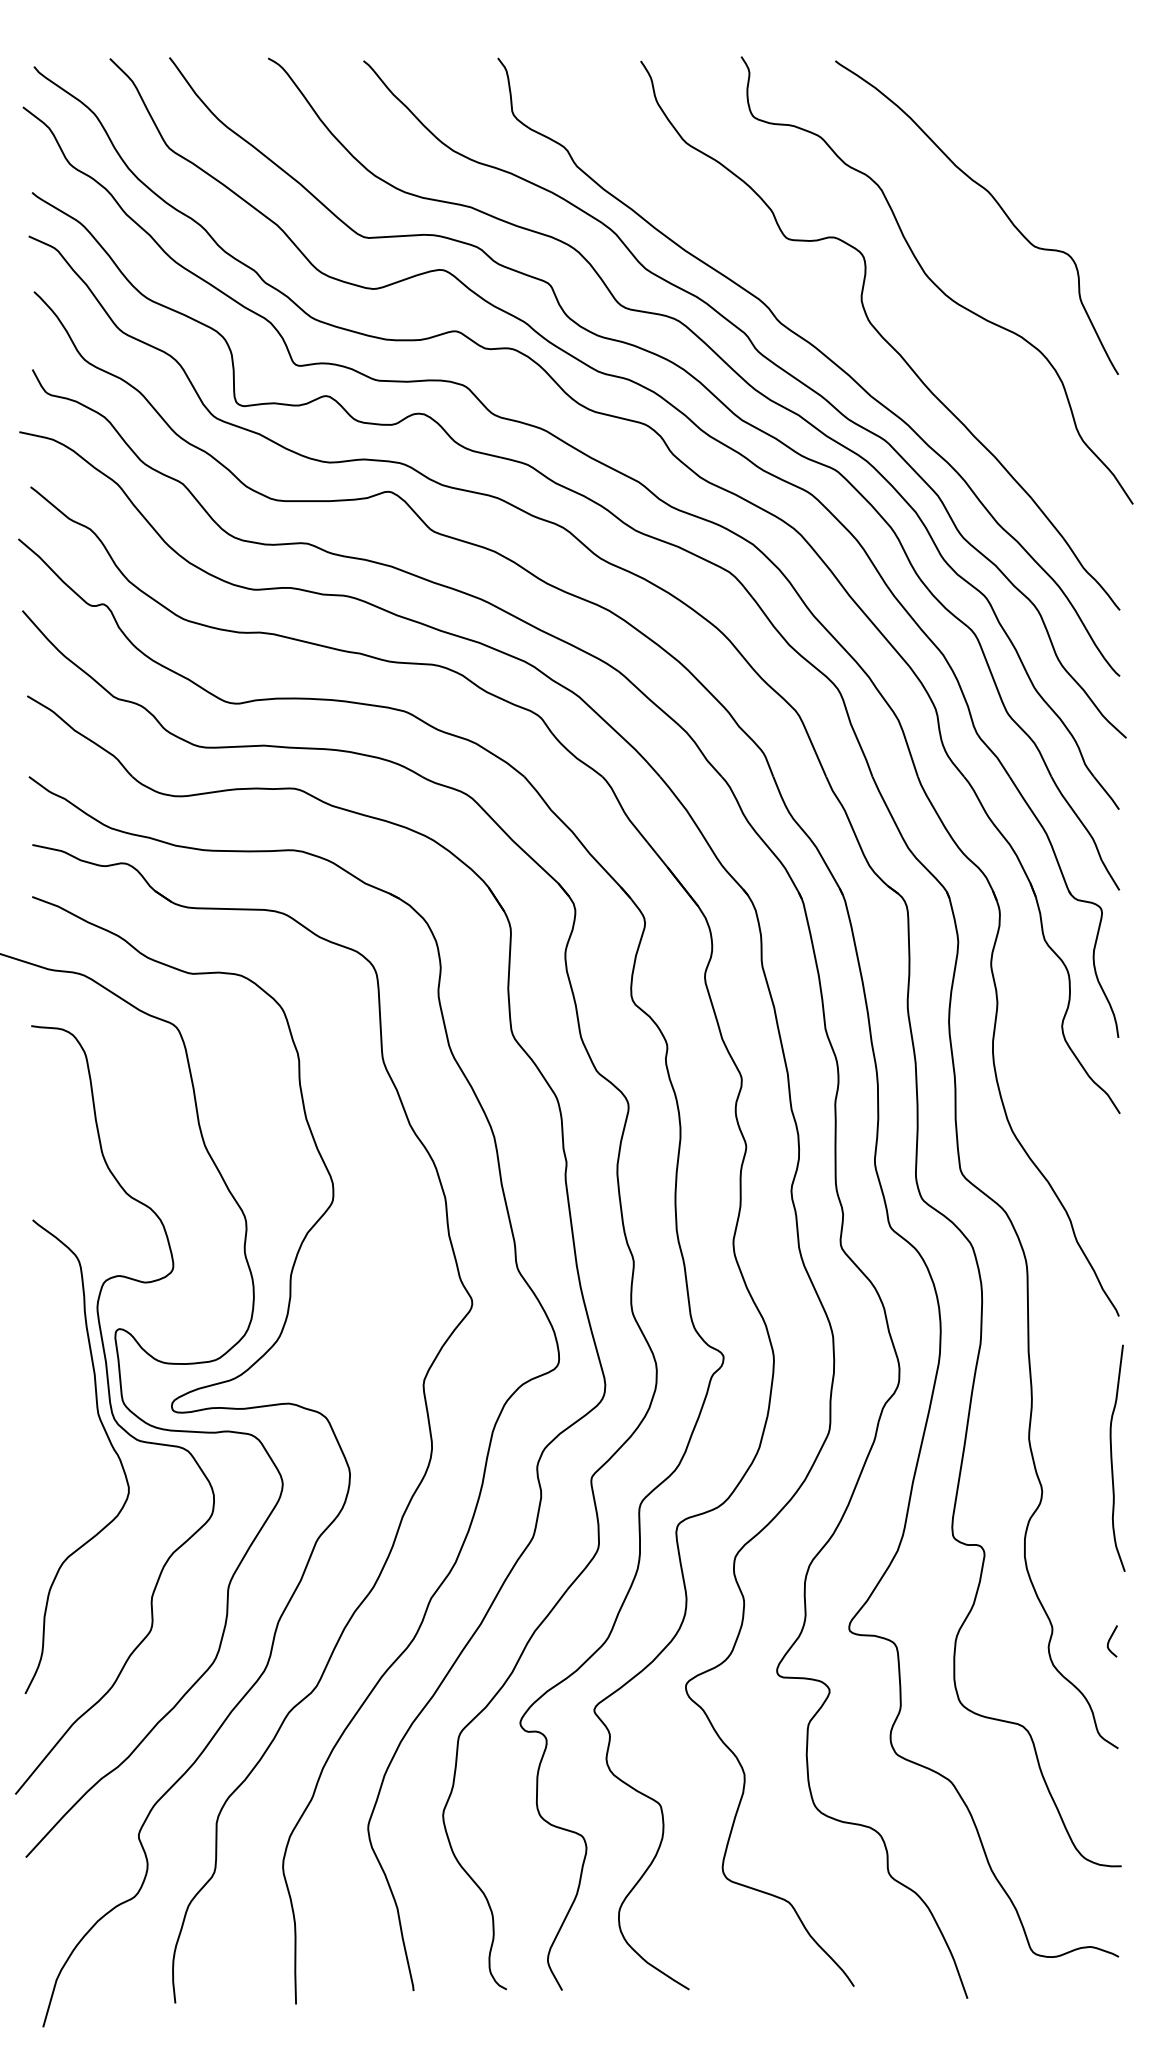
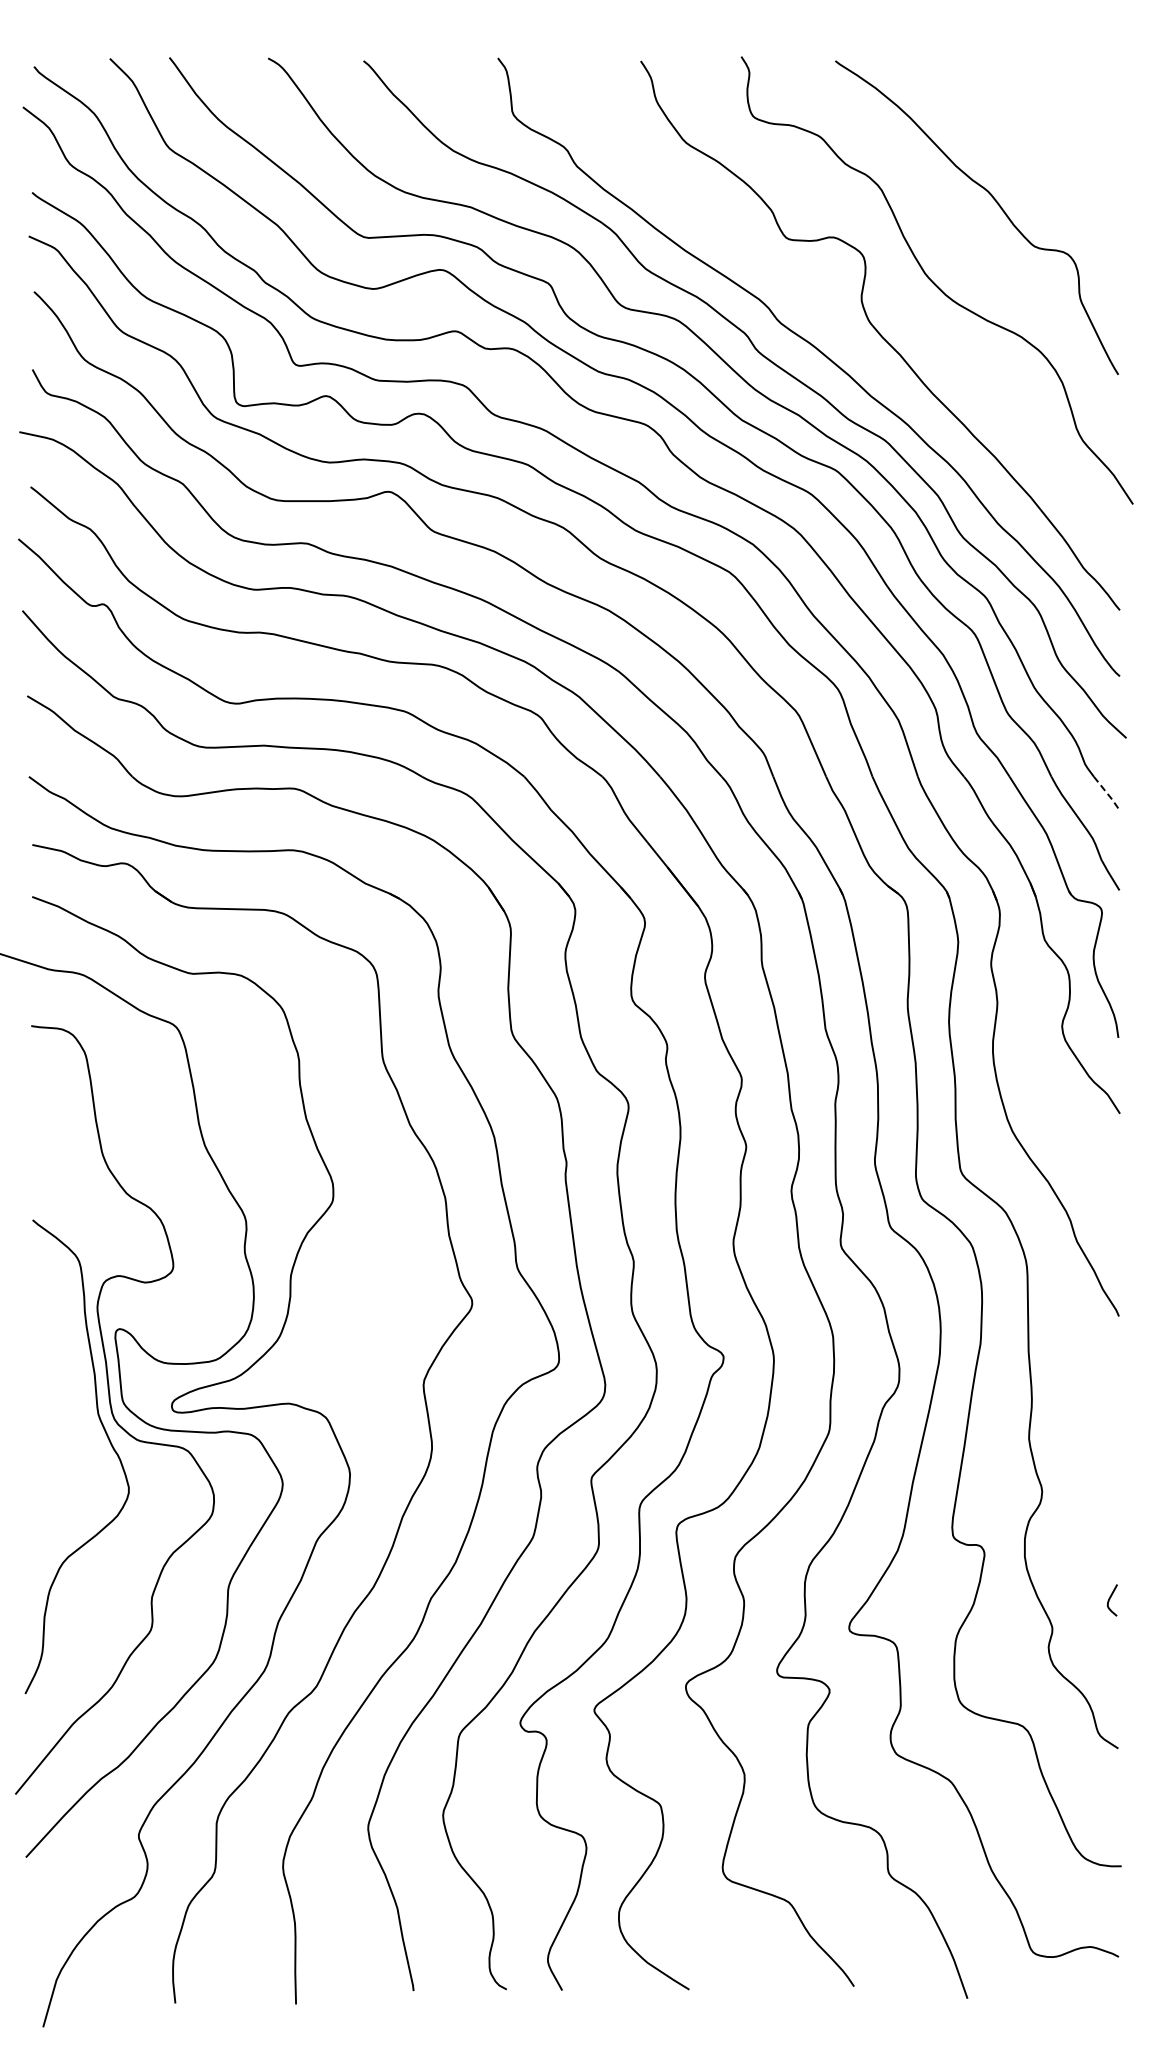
line at (1107, 793): solid -> dashed
curve at (1112, 1457): present -> none
curve at (1110, 1640) position: (1110, 1640) -> (1110, 1599)
